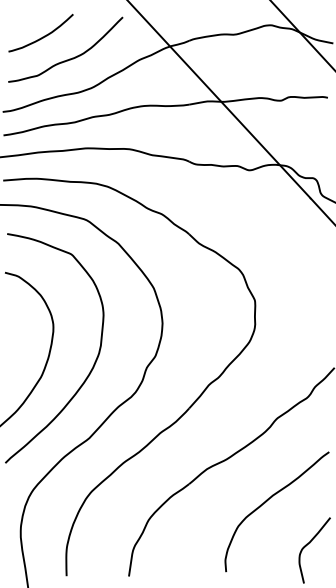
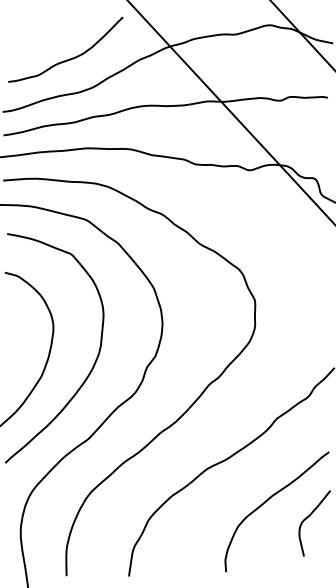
curve at (42, 36): present -> none
curve at (310, 543) position: (310, 543) -> (310, 516)
